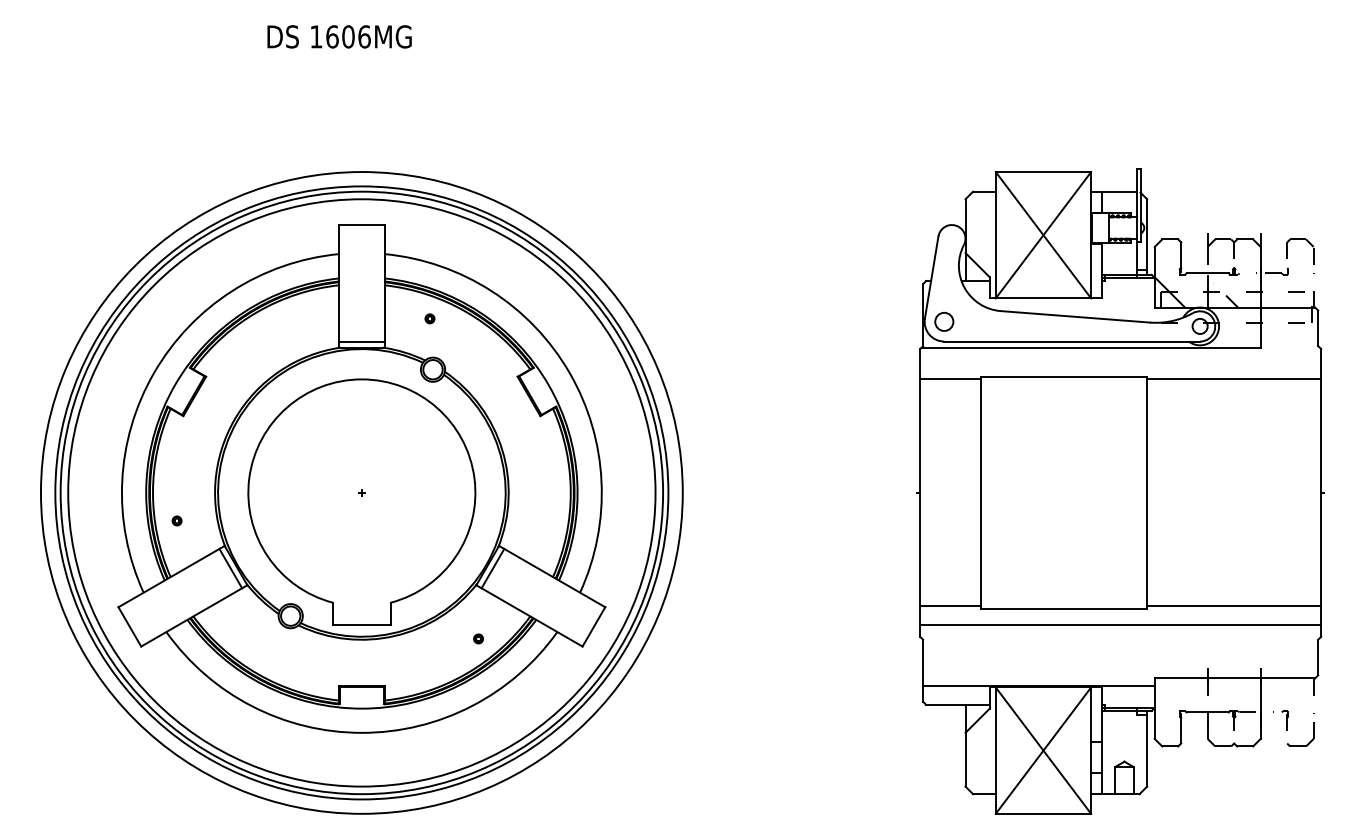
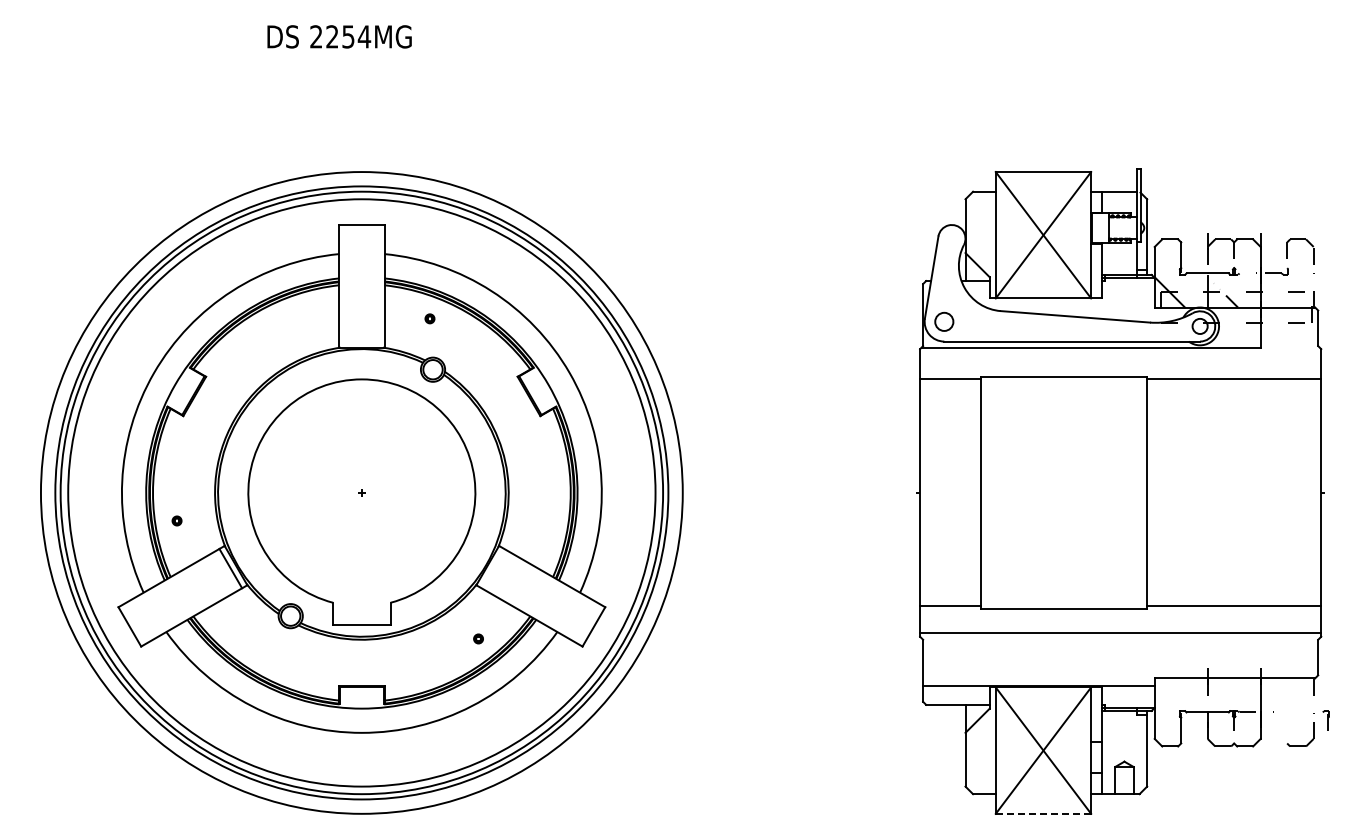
text at (340, 36): 1606MG -> 2254MG
line at (361, 341): present -> none
line at (492, 568): present -> none
line at (1120, 624) position: (1120, 624) -> (1120, 632)
part at (1284, 720) position: (1284, 720) -> (1325, 720)
line at (1043, 813): solid -> dashed
